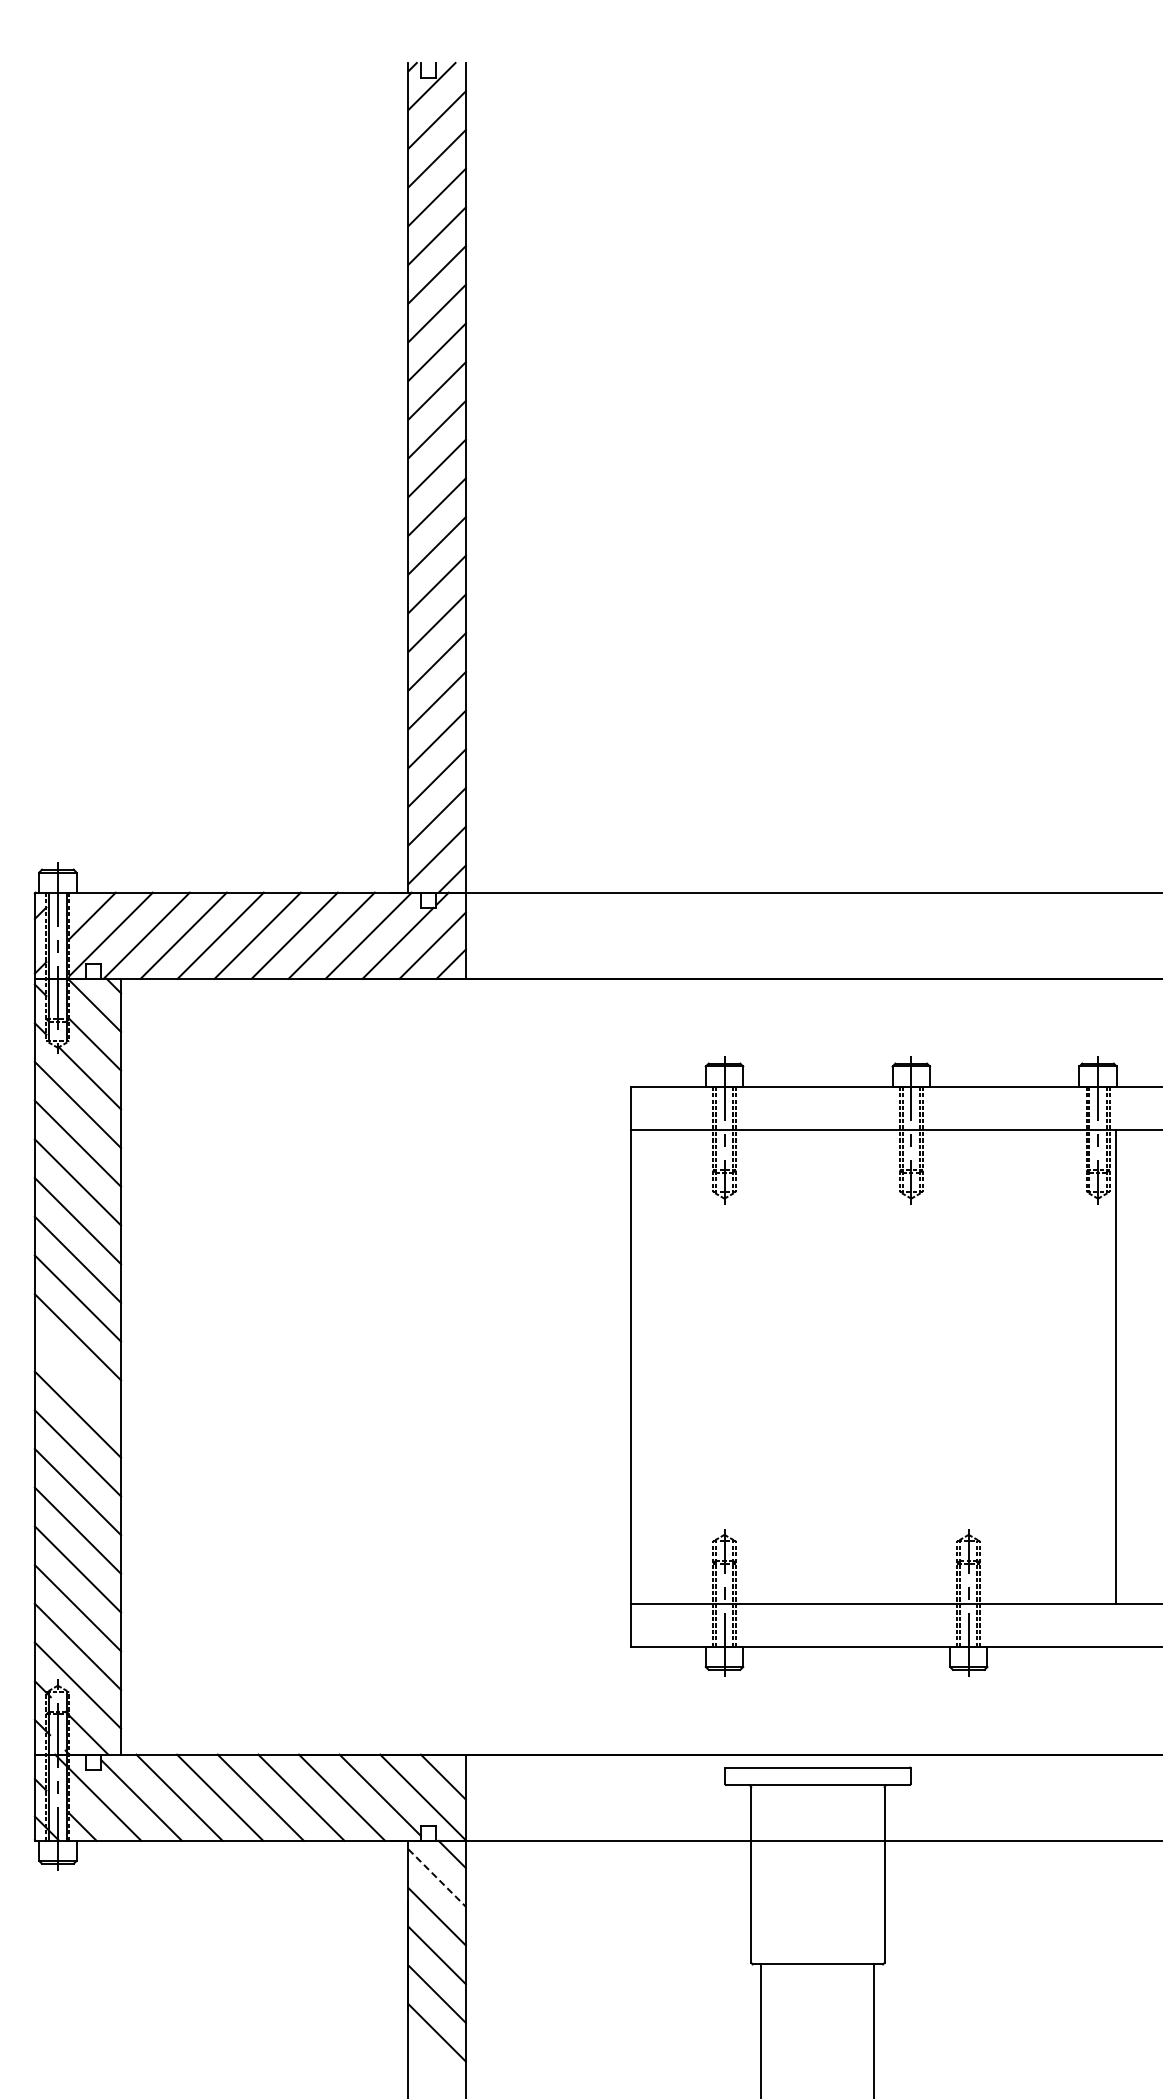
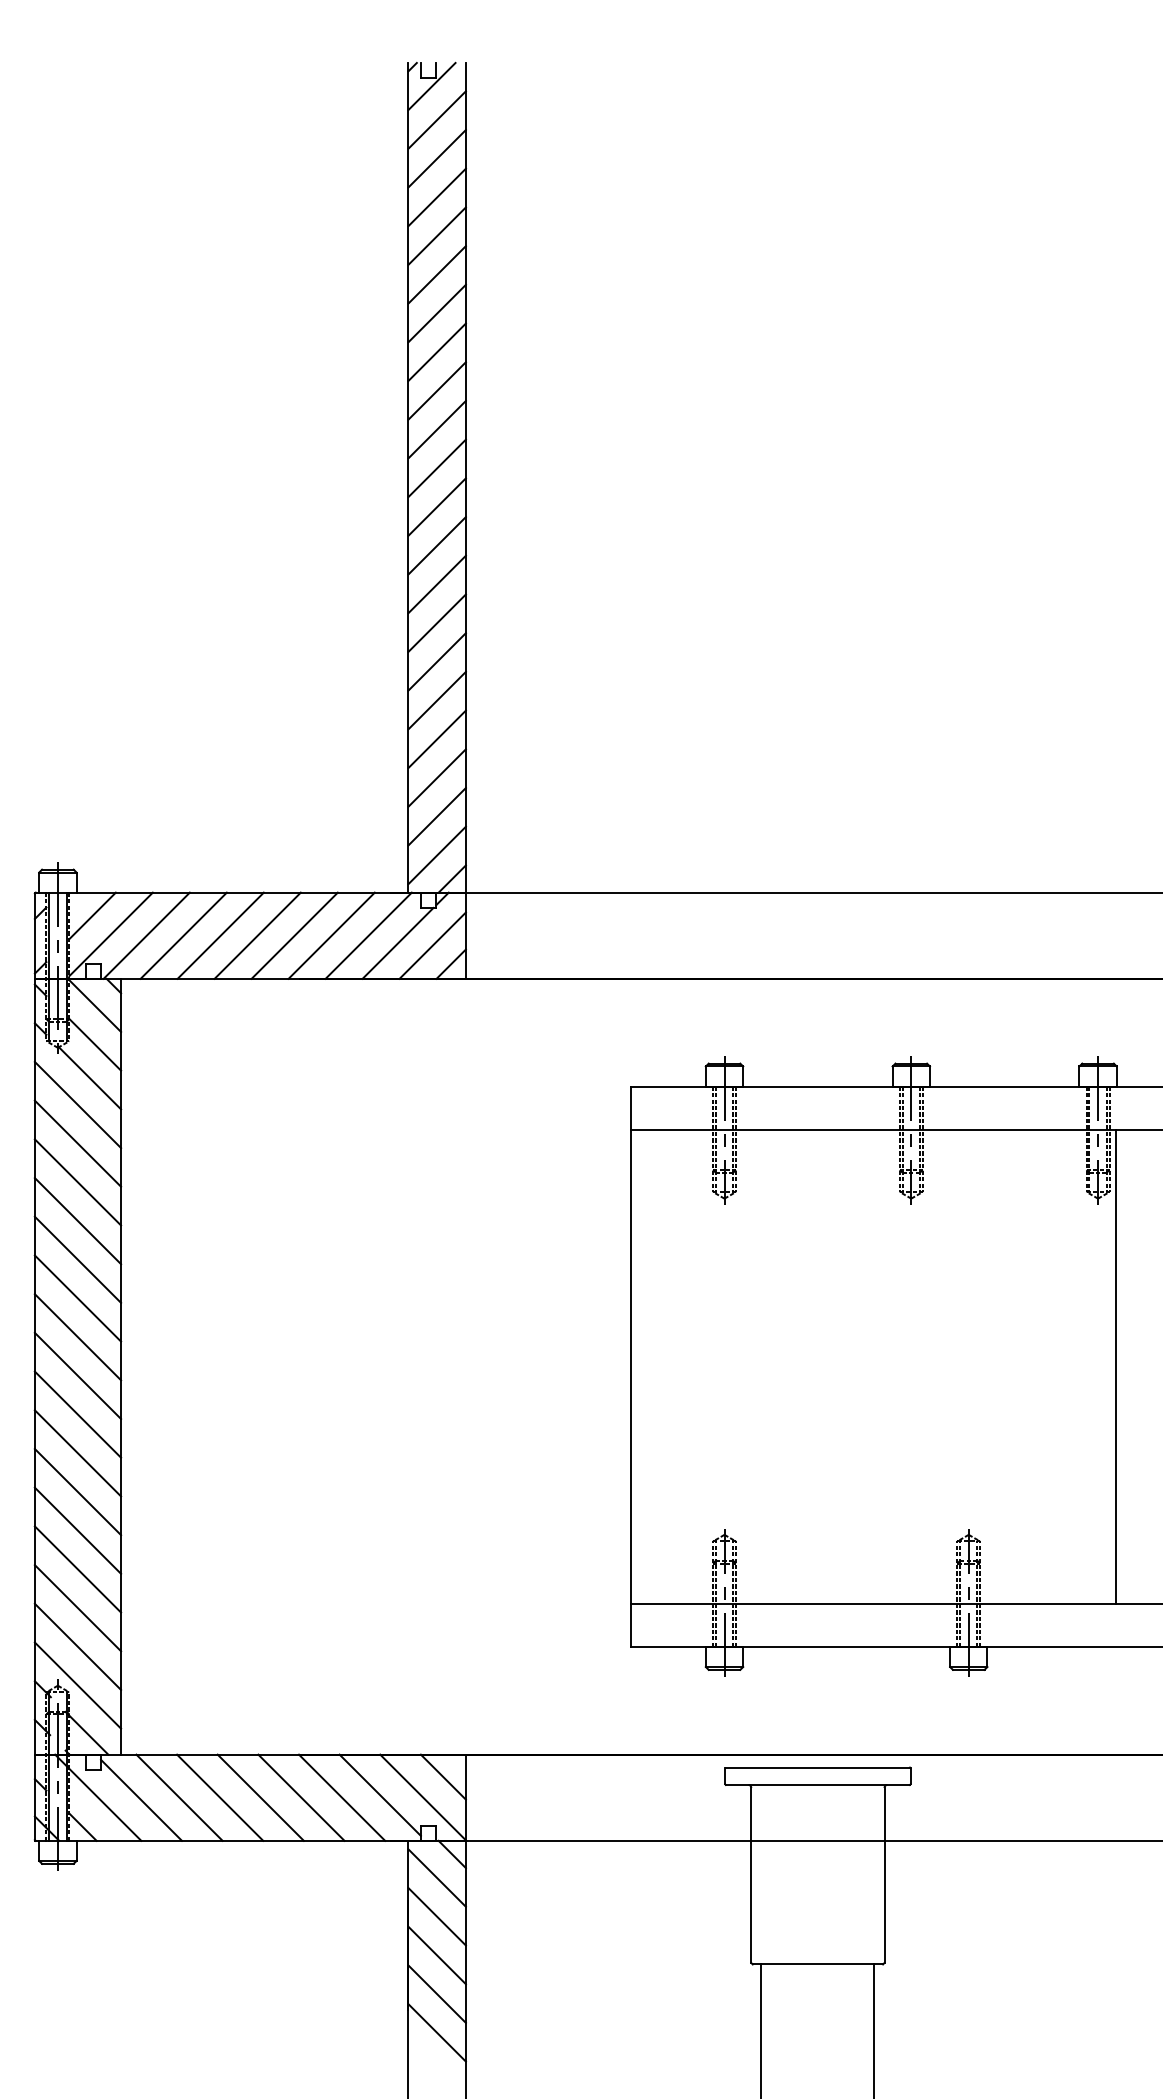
line at (77, 1375): none -> present
line at (437, 1878): dashed -> solid
